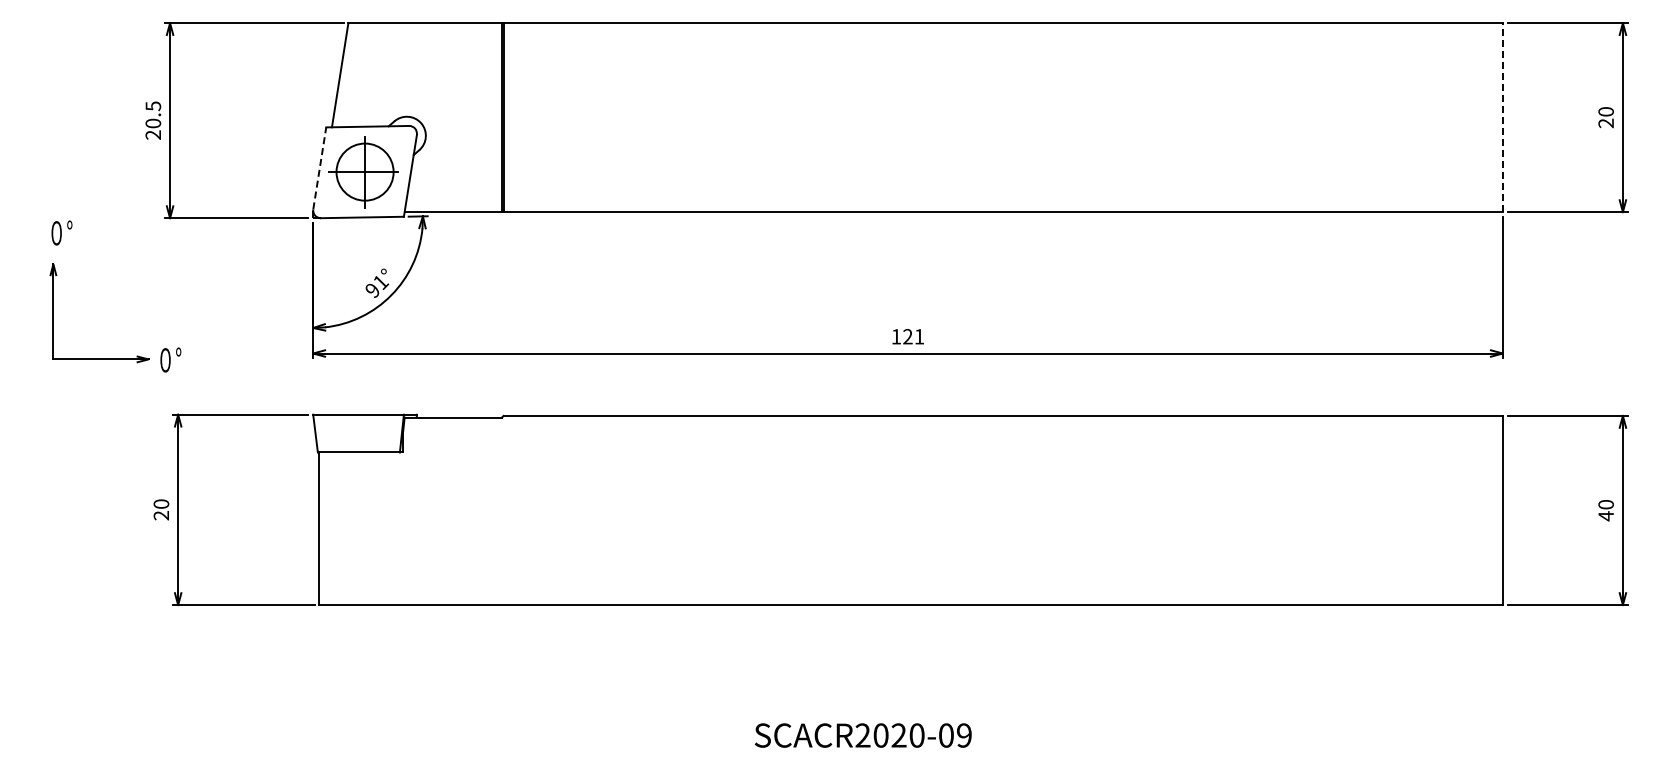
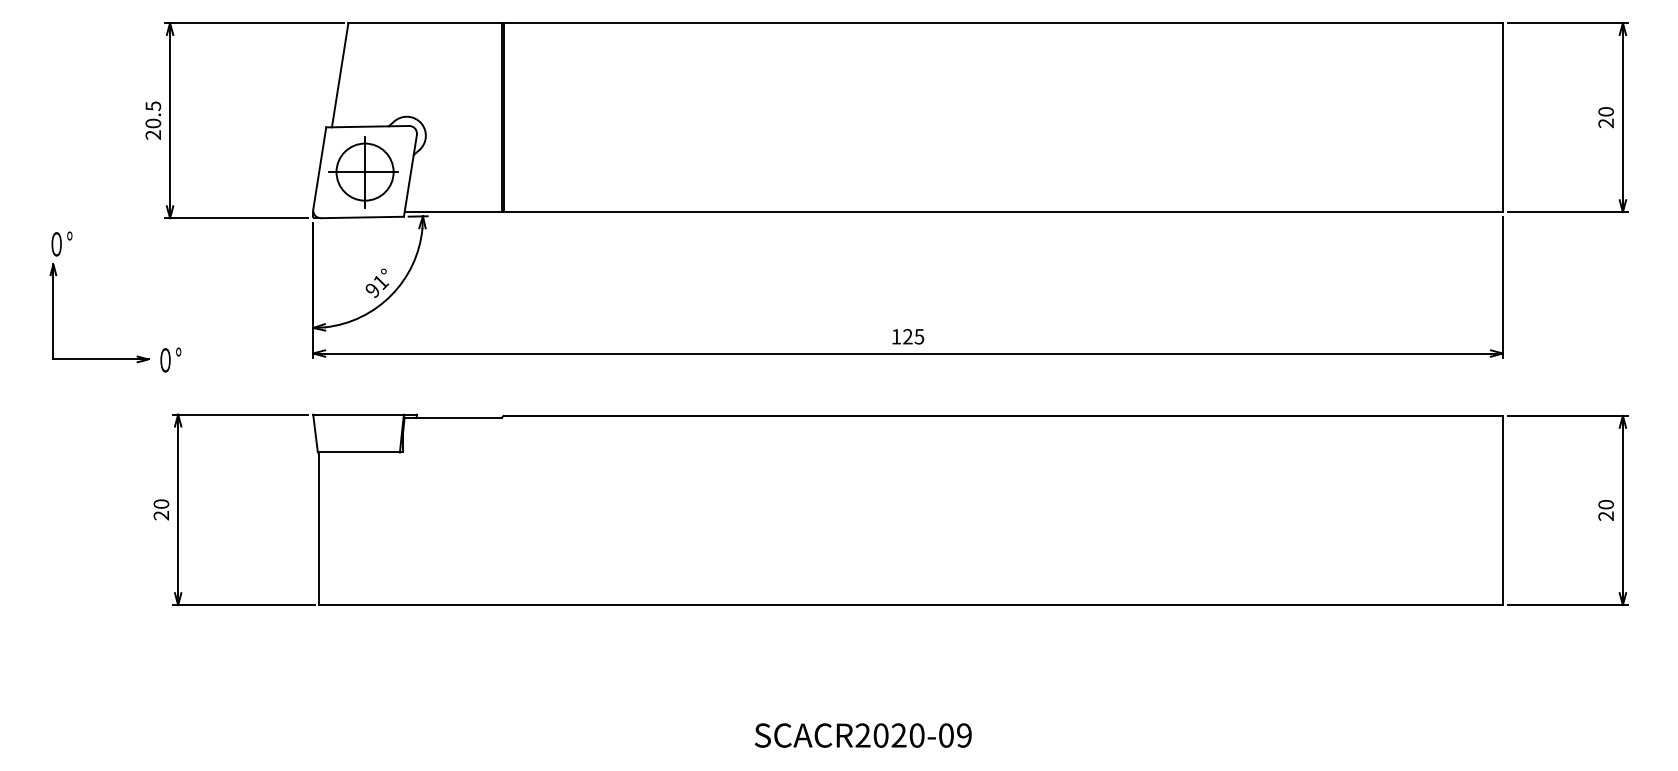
line at (1502, 117): dashed -> solid
line at (319, 167): dashed -> solid
text at (61, 232) position: (61, 232) -> (61, 243)
text at (919, 336): 121 -> 125
text at (1605, 516): 40 -> 20
